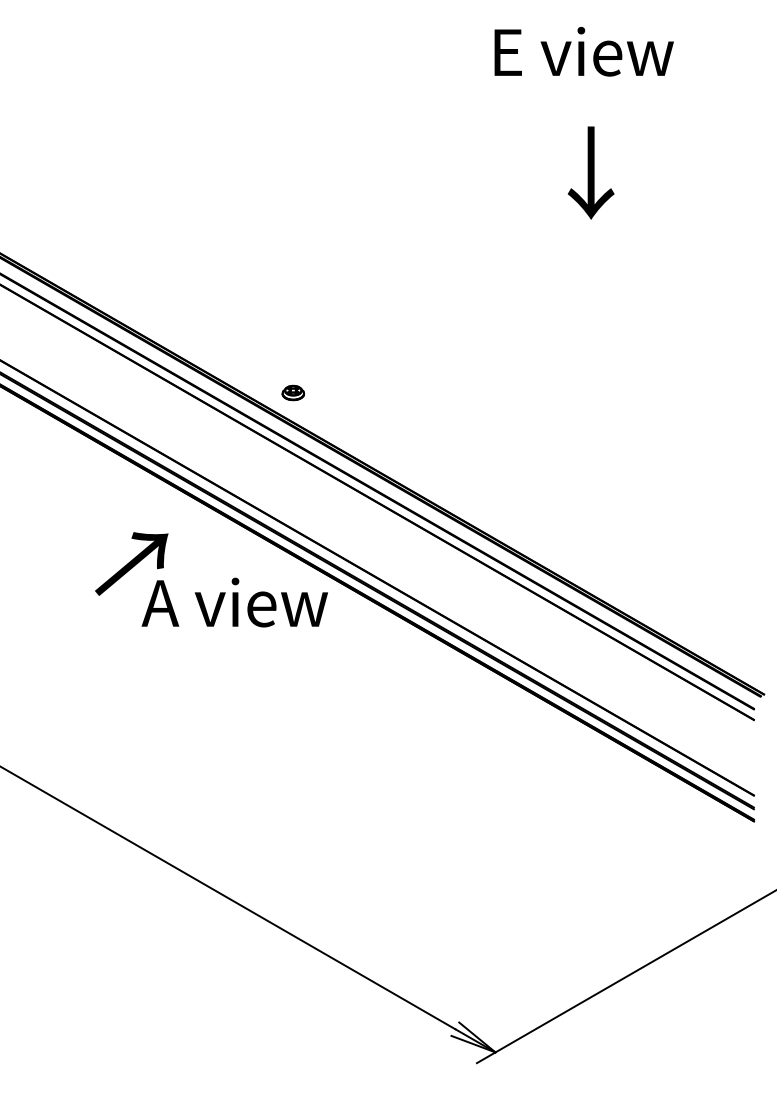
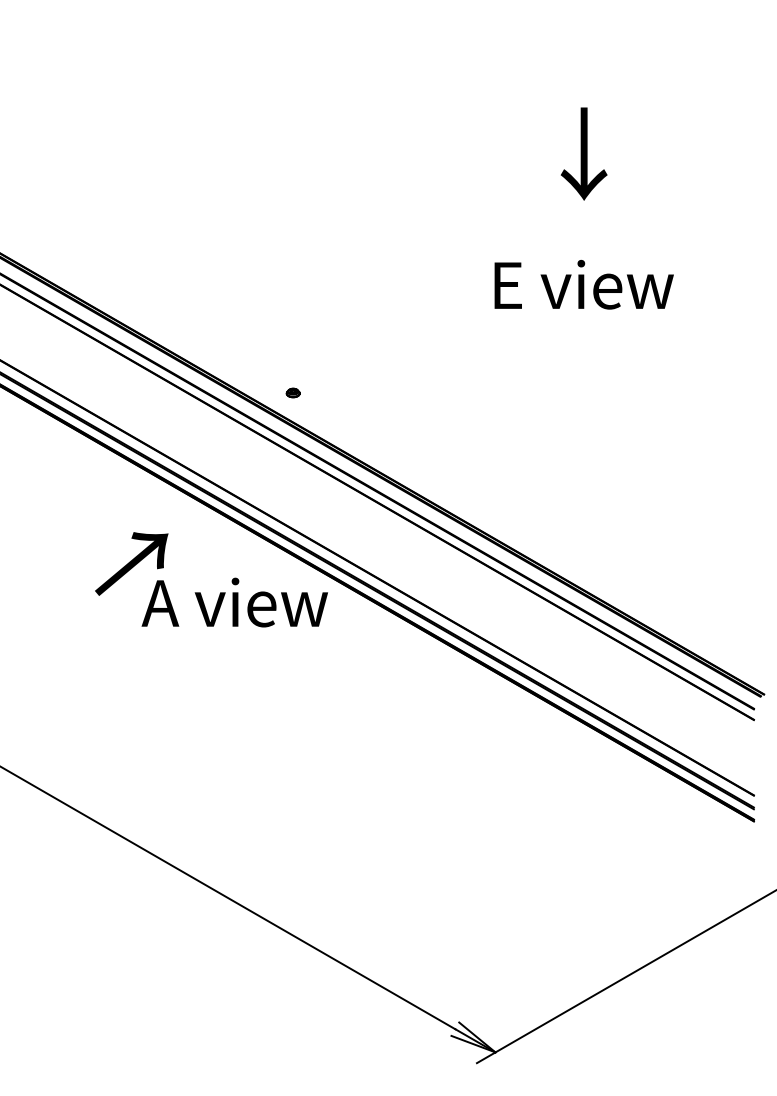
text at (583, 51) position: (583, 51) -> (583, 284)
text at (590, 172) position: (590, 172) -> (583, 153)
part at (292, 392) size: 24x18 px -> 16x12 px
